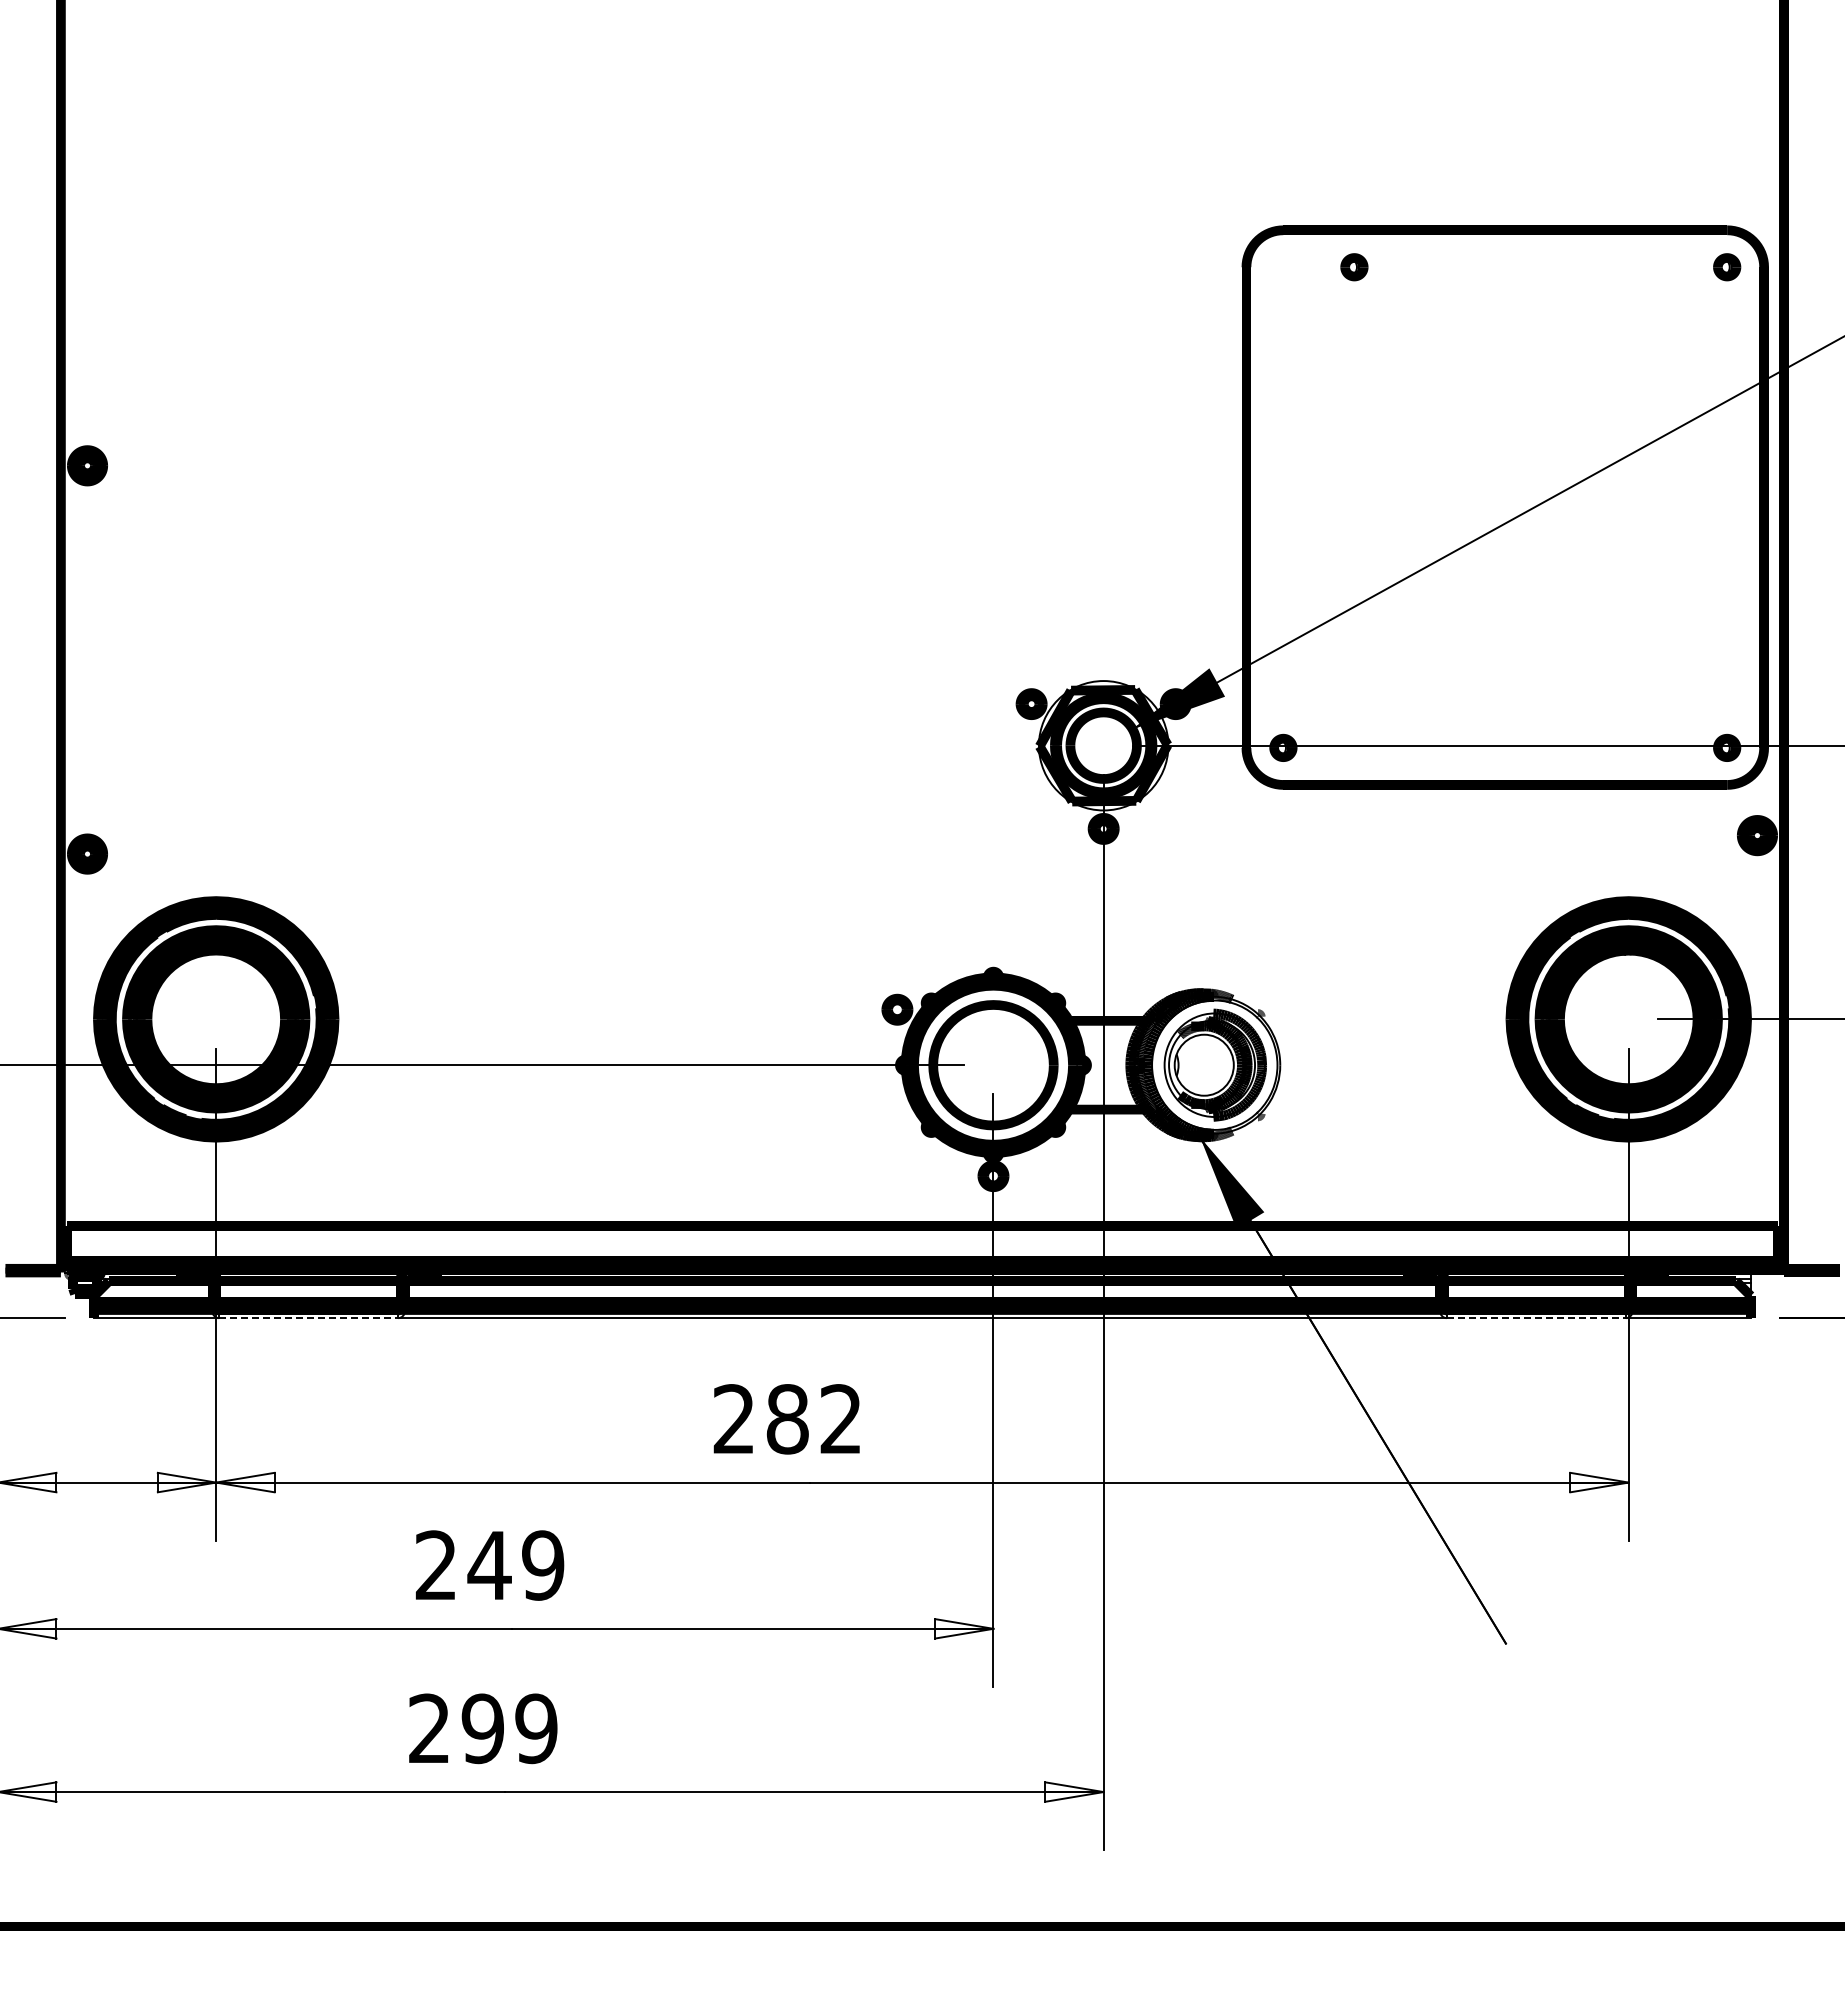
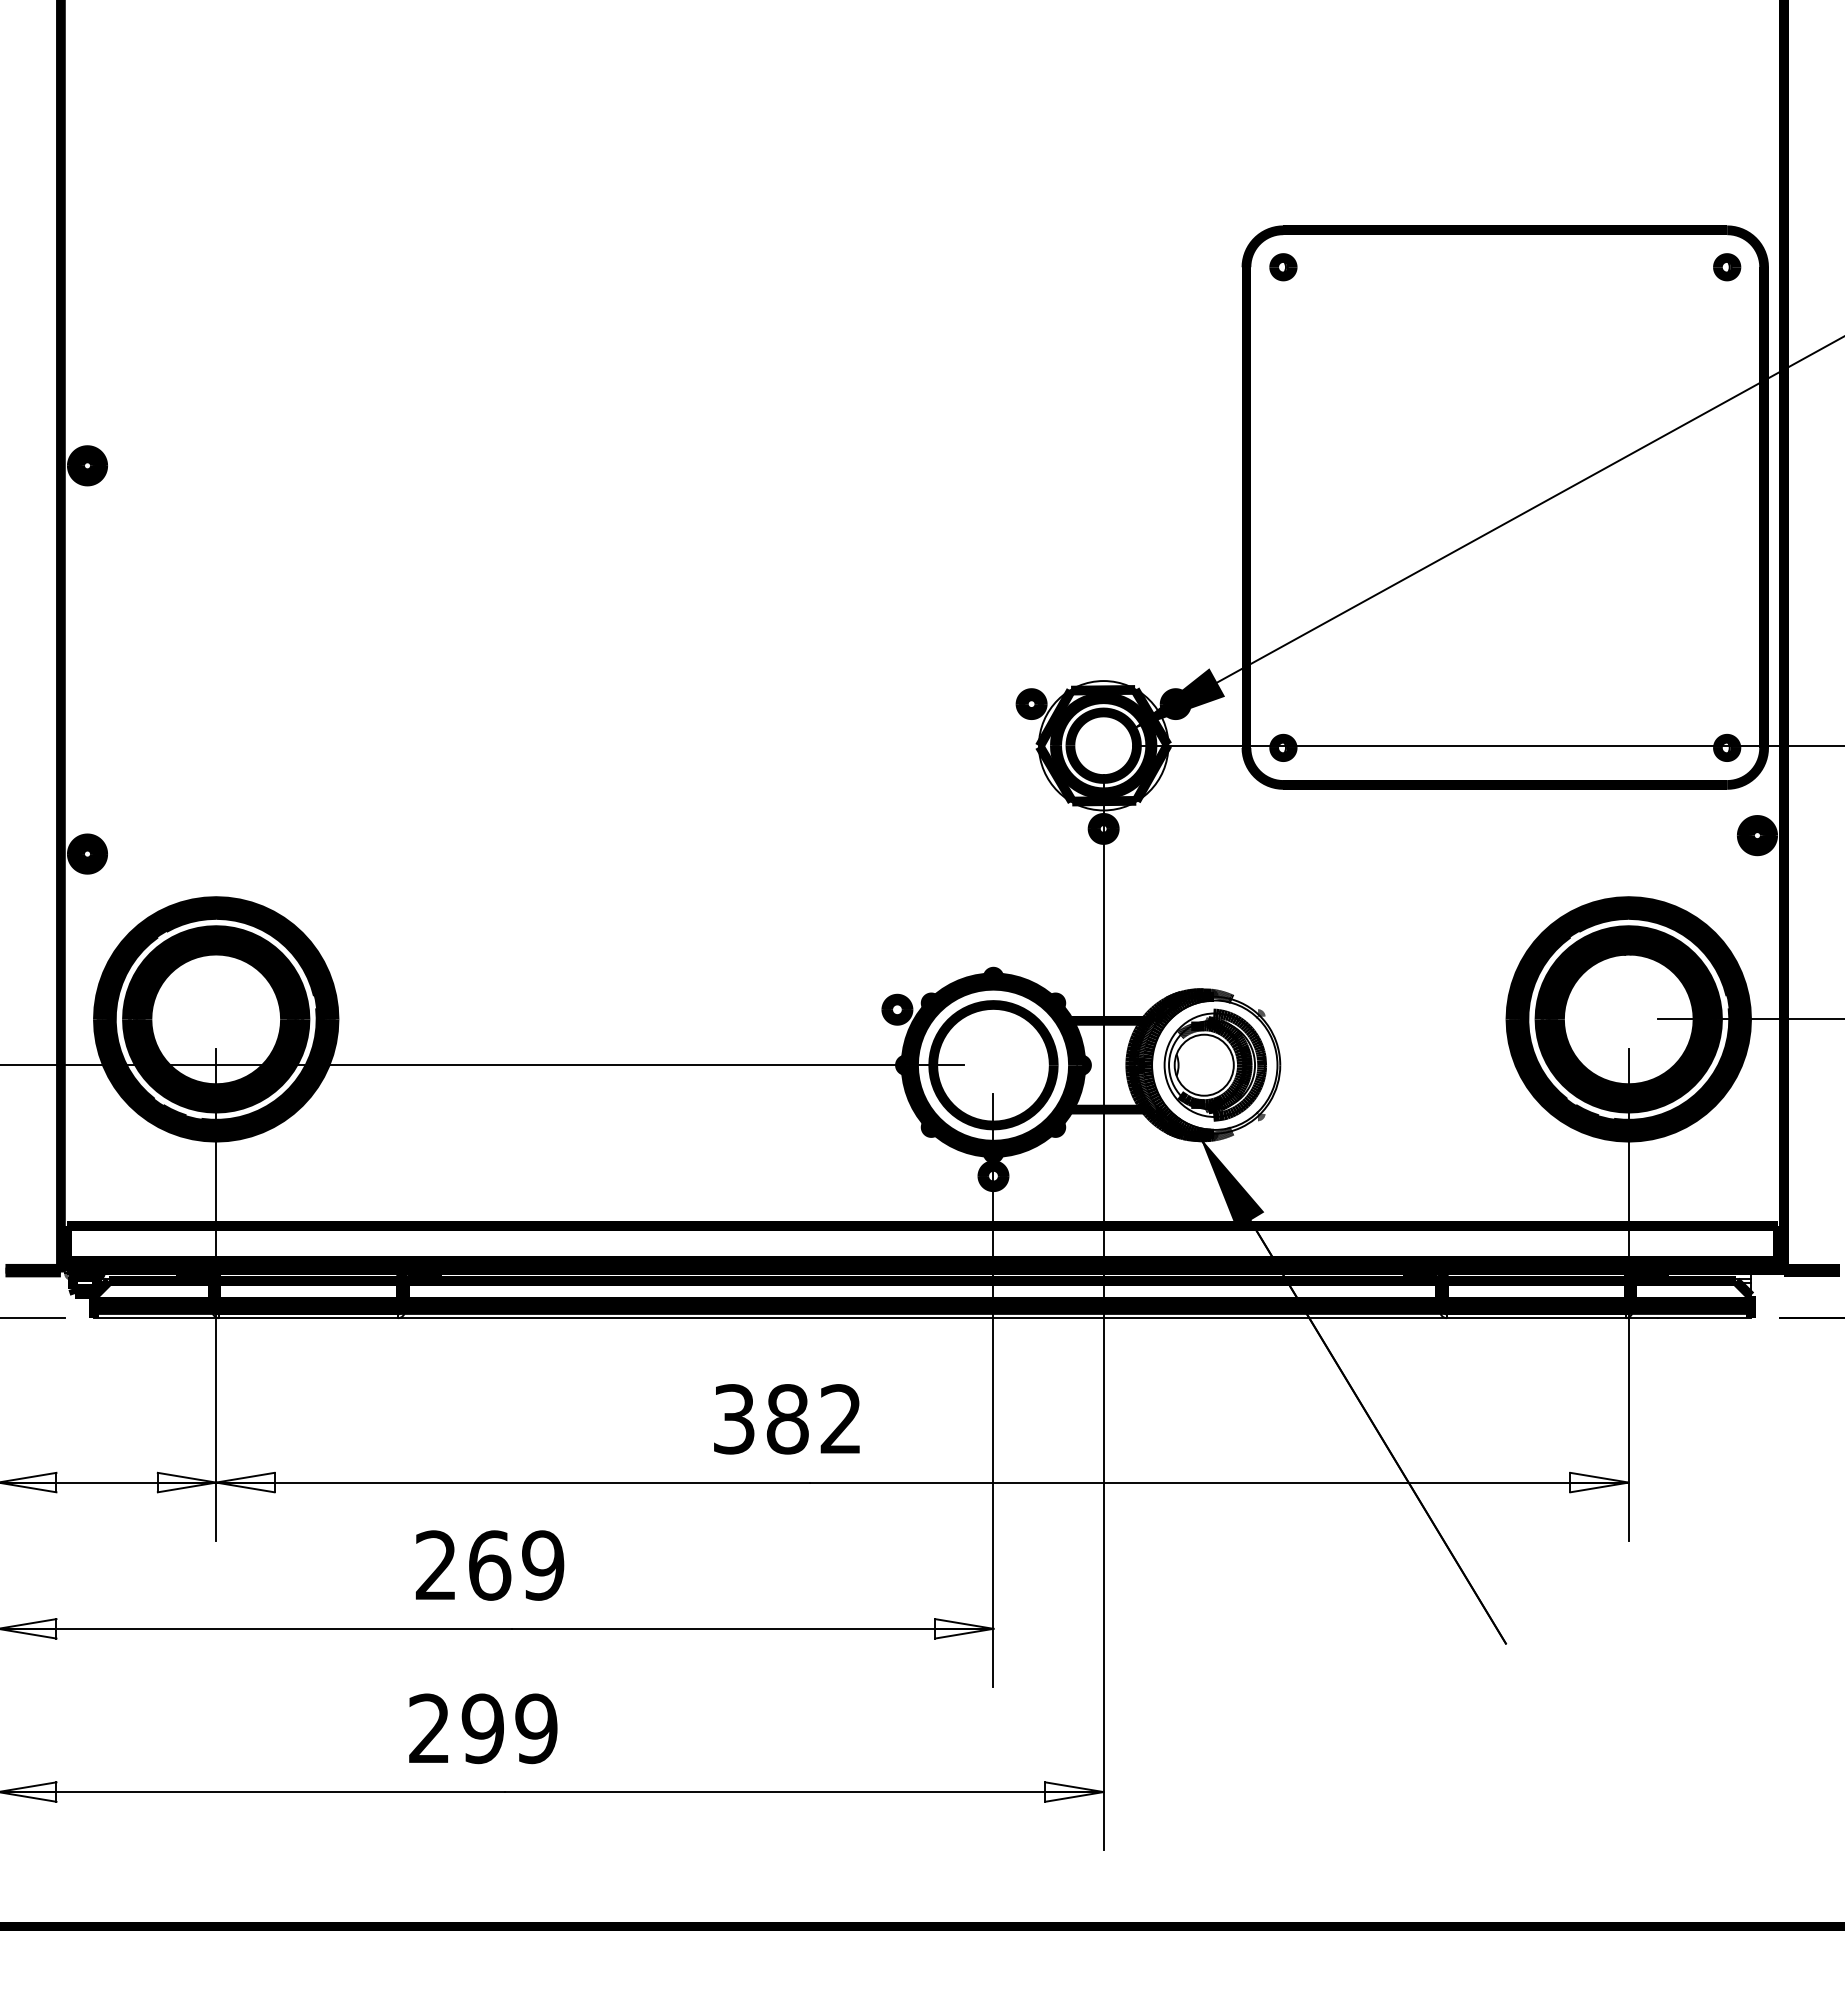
part at (1354, 267) position: (1354, 267) -> (1283, 267)
line at (309, 1318): dashed -> solid
line at (1536, 1318): dashed -> solid
text at (733, 1419): 282 -> 382
text at (489, 1565): 249 -> 269
